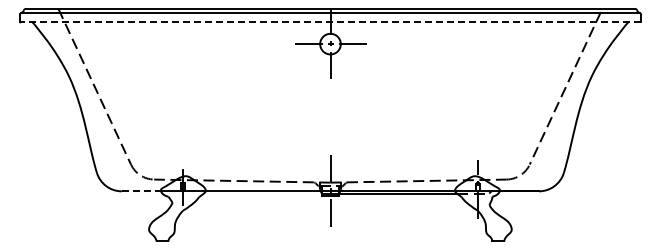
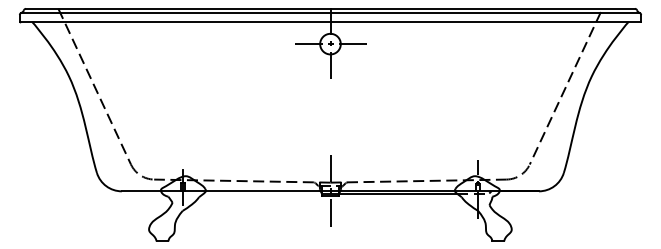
line at (330, 21): dashed -> solid
line at (141, 191): dashed -> solid
